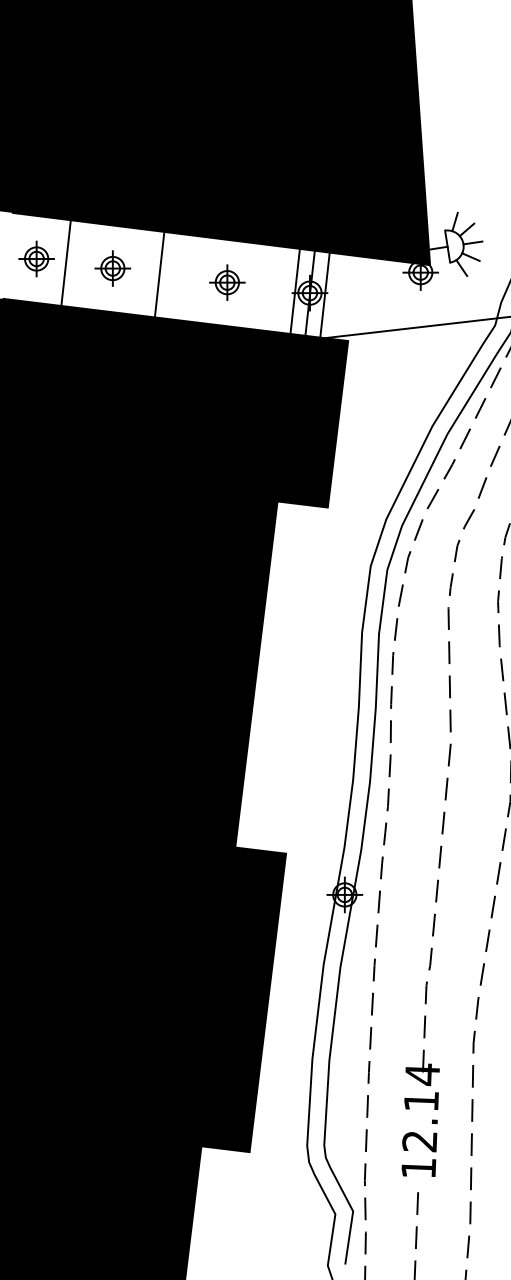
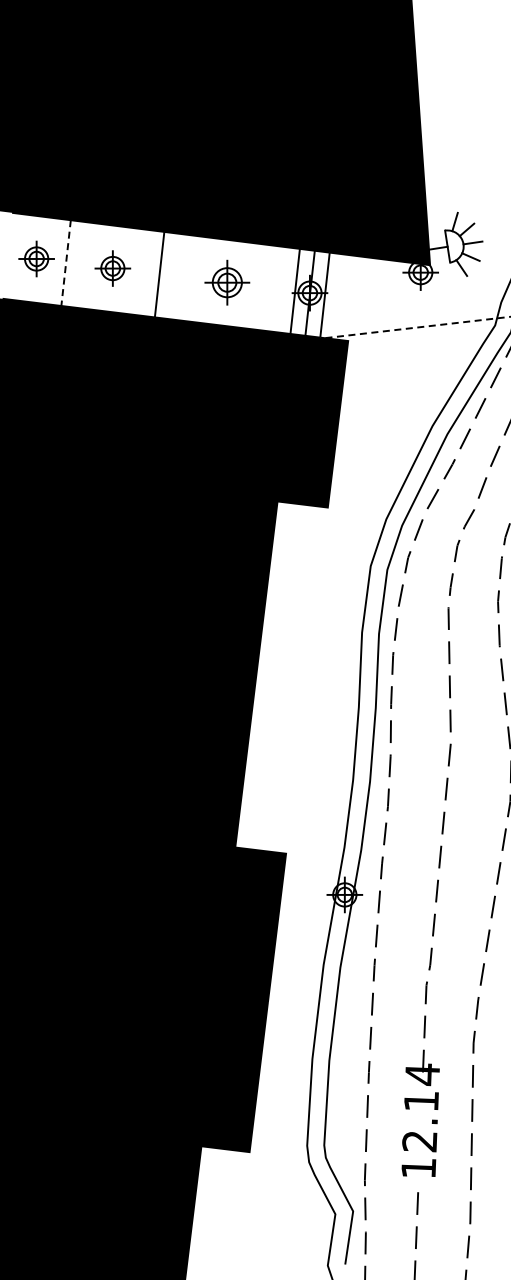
line at (66, 263): solid -> dashed
part at (227, 282) size: 37x37 px -> 47x47 px
line at (417, 327): solid -> dashed
